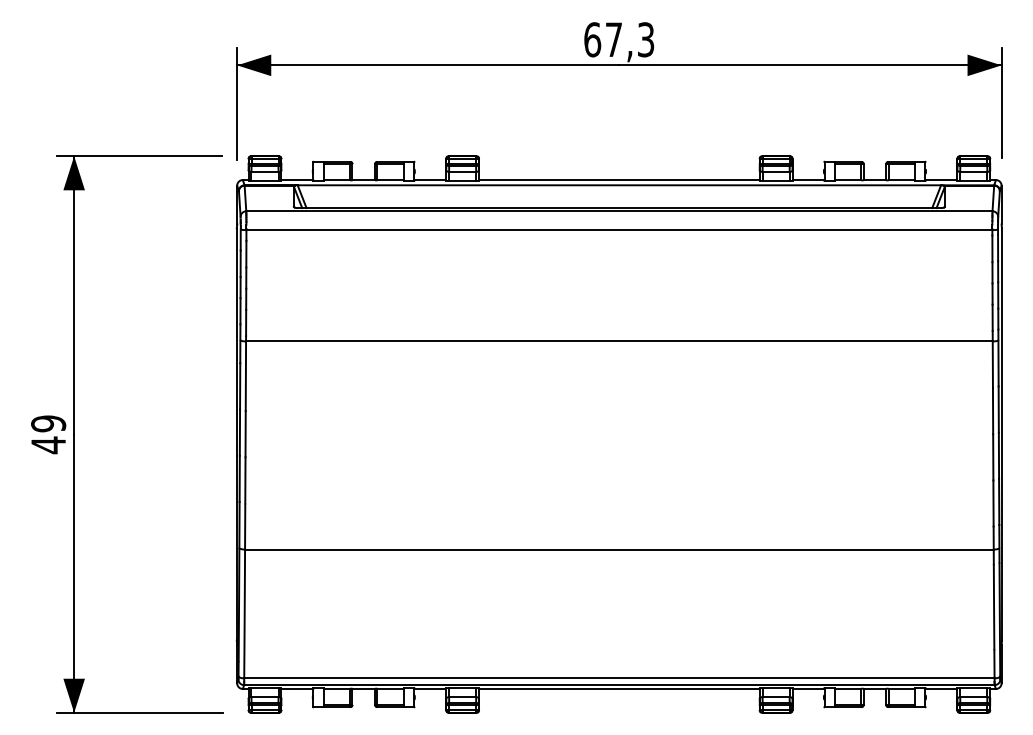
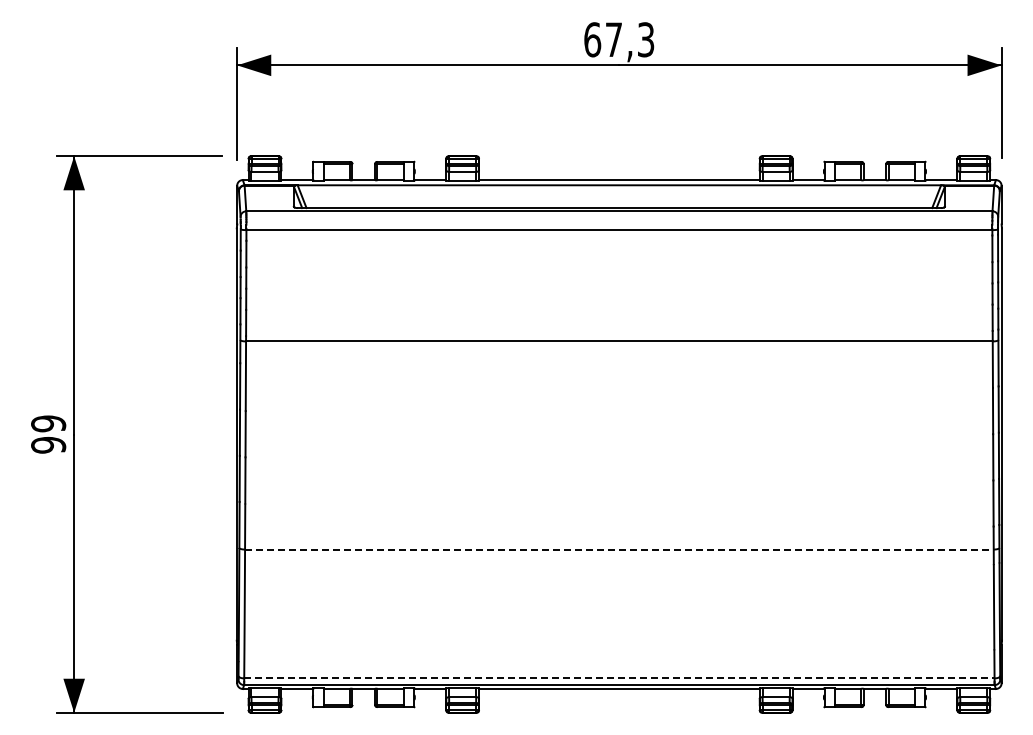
text at (48, 445): 49 -> 99
line at (619, 549): solid -> dashed
line at (619, 678): solid -> dashed
